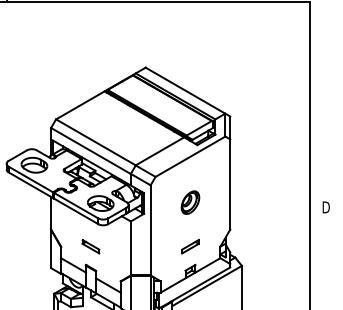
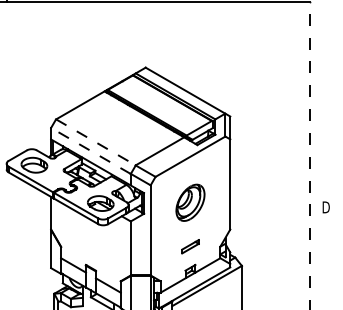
line at (95, 142): solid -> dashed
line at (90, 150): solid -> dashed
line at (309, 155): solid -> dashed
part at (190, 202) size: 21x25 px -> 31x39 px
part at (90, 246): present -> none
